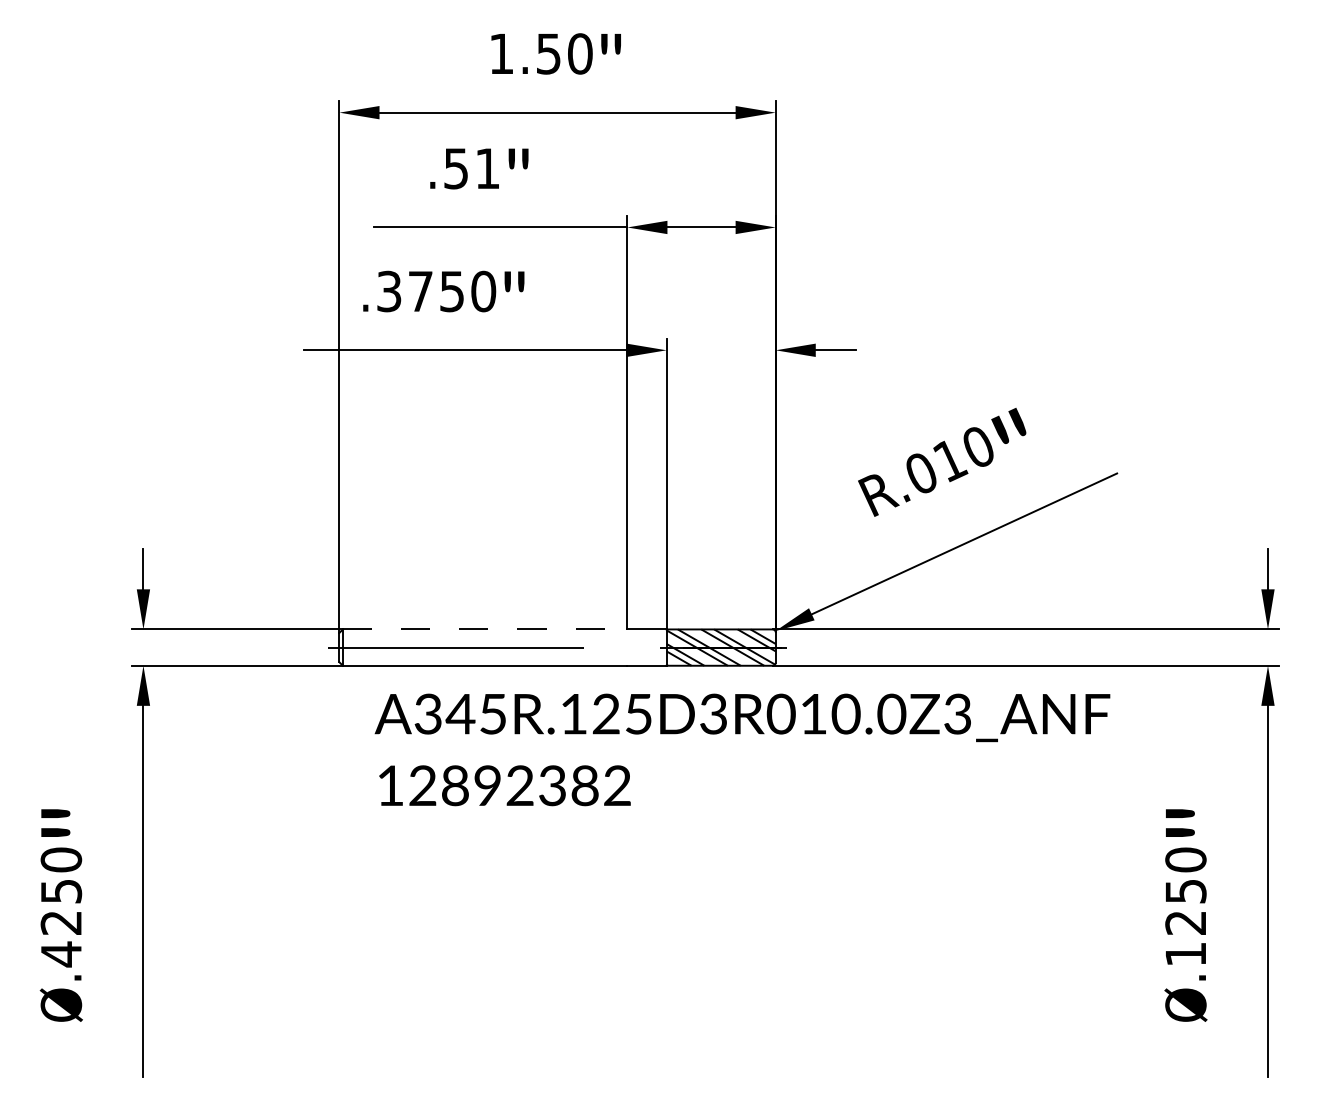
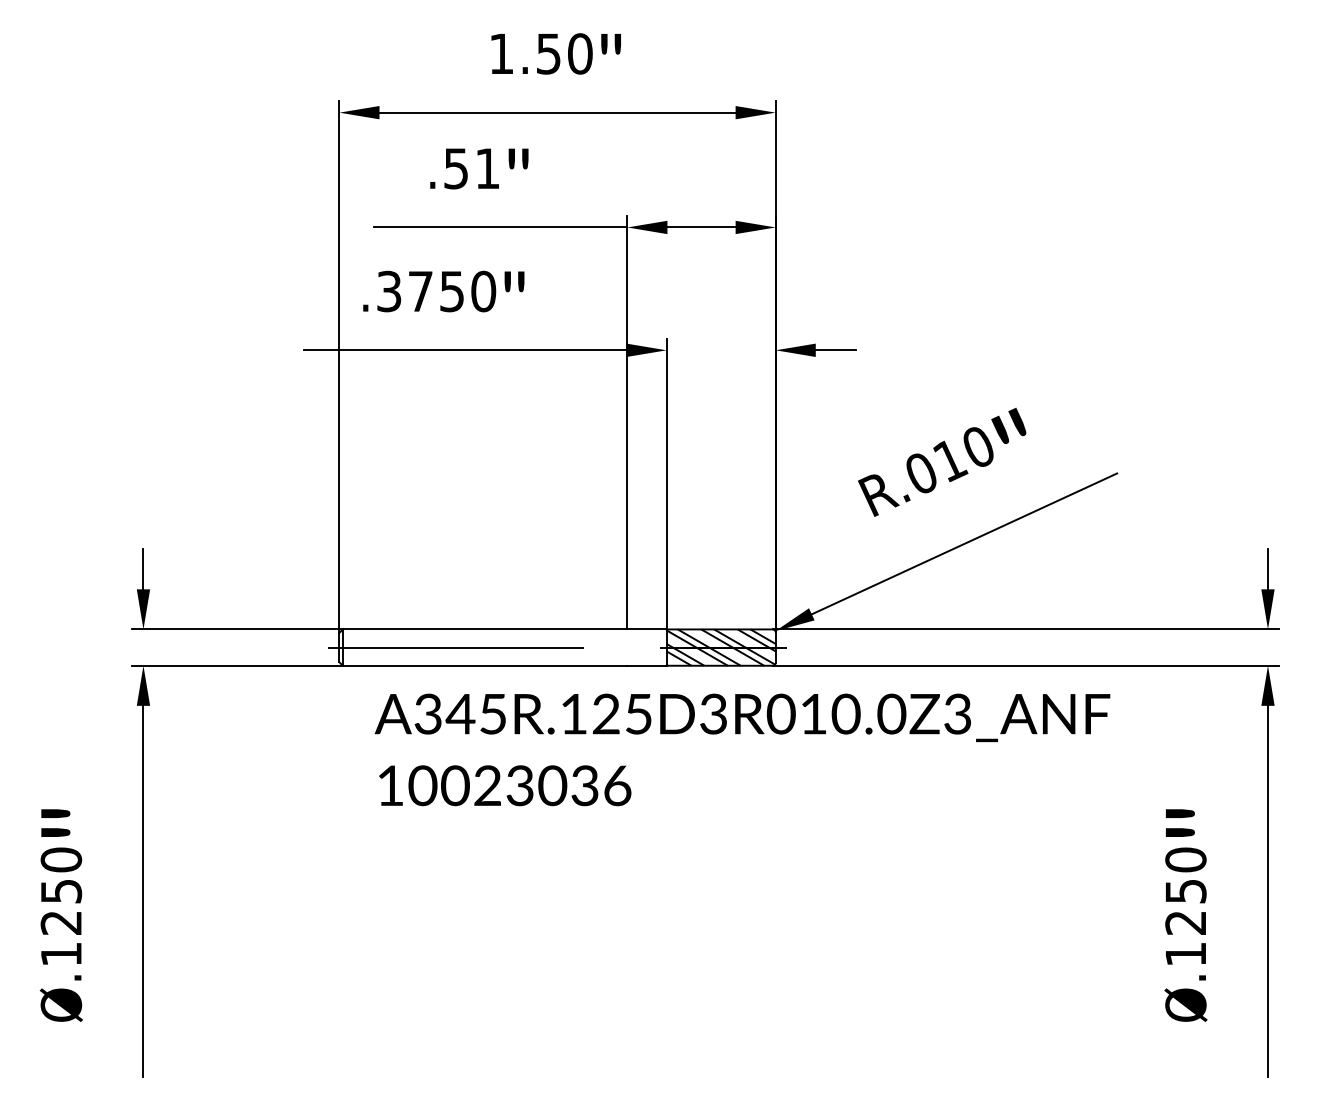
line at (485, 629): dashed -> solid
text at (519, 785): 12892382 -> 10023036
text at (61, 954): Ø.4250 -> Ø.1250
